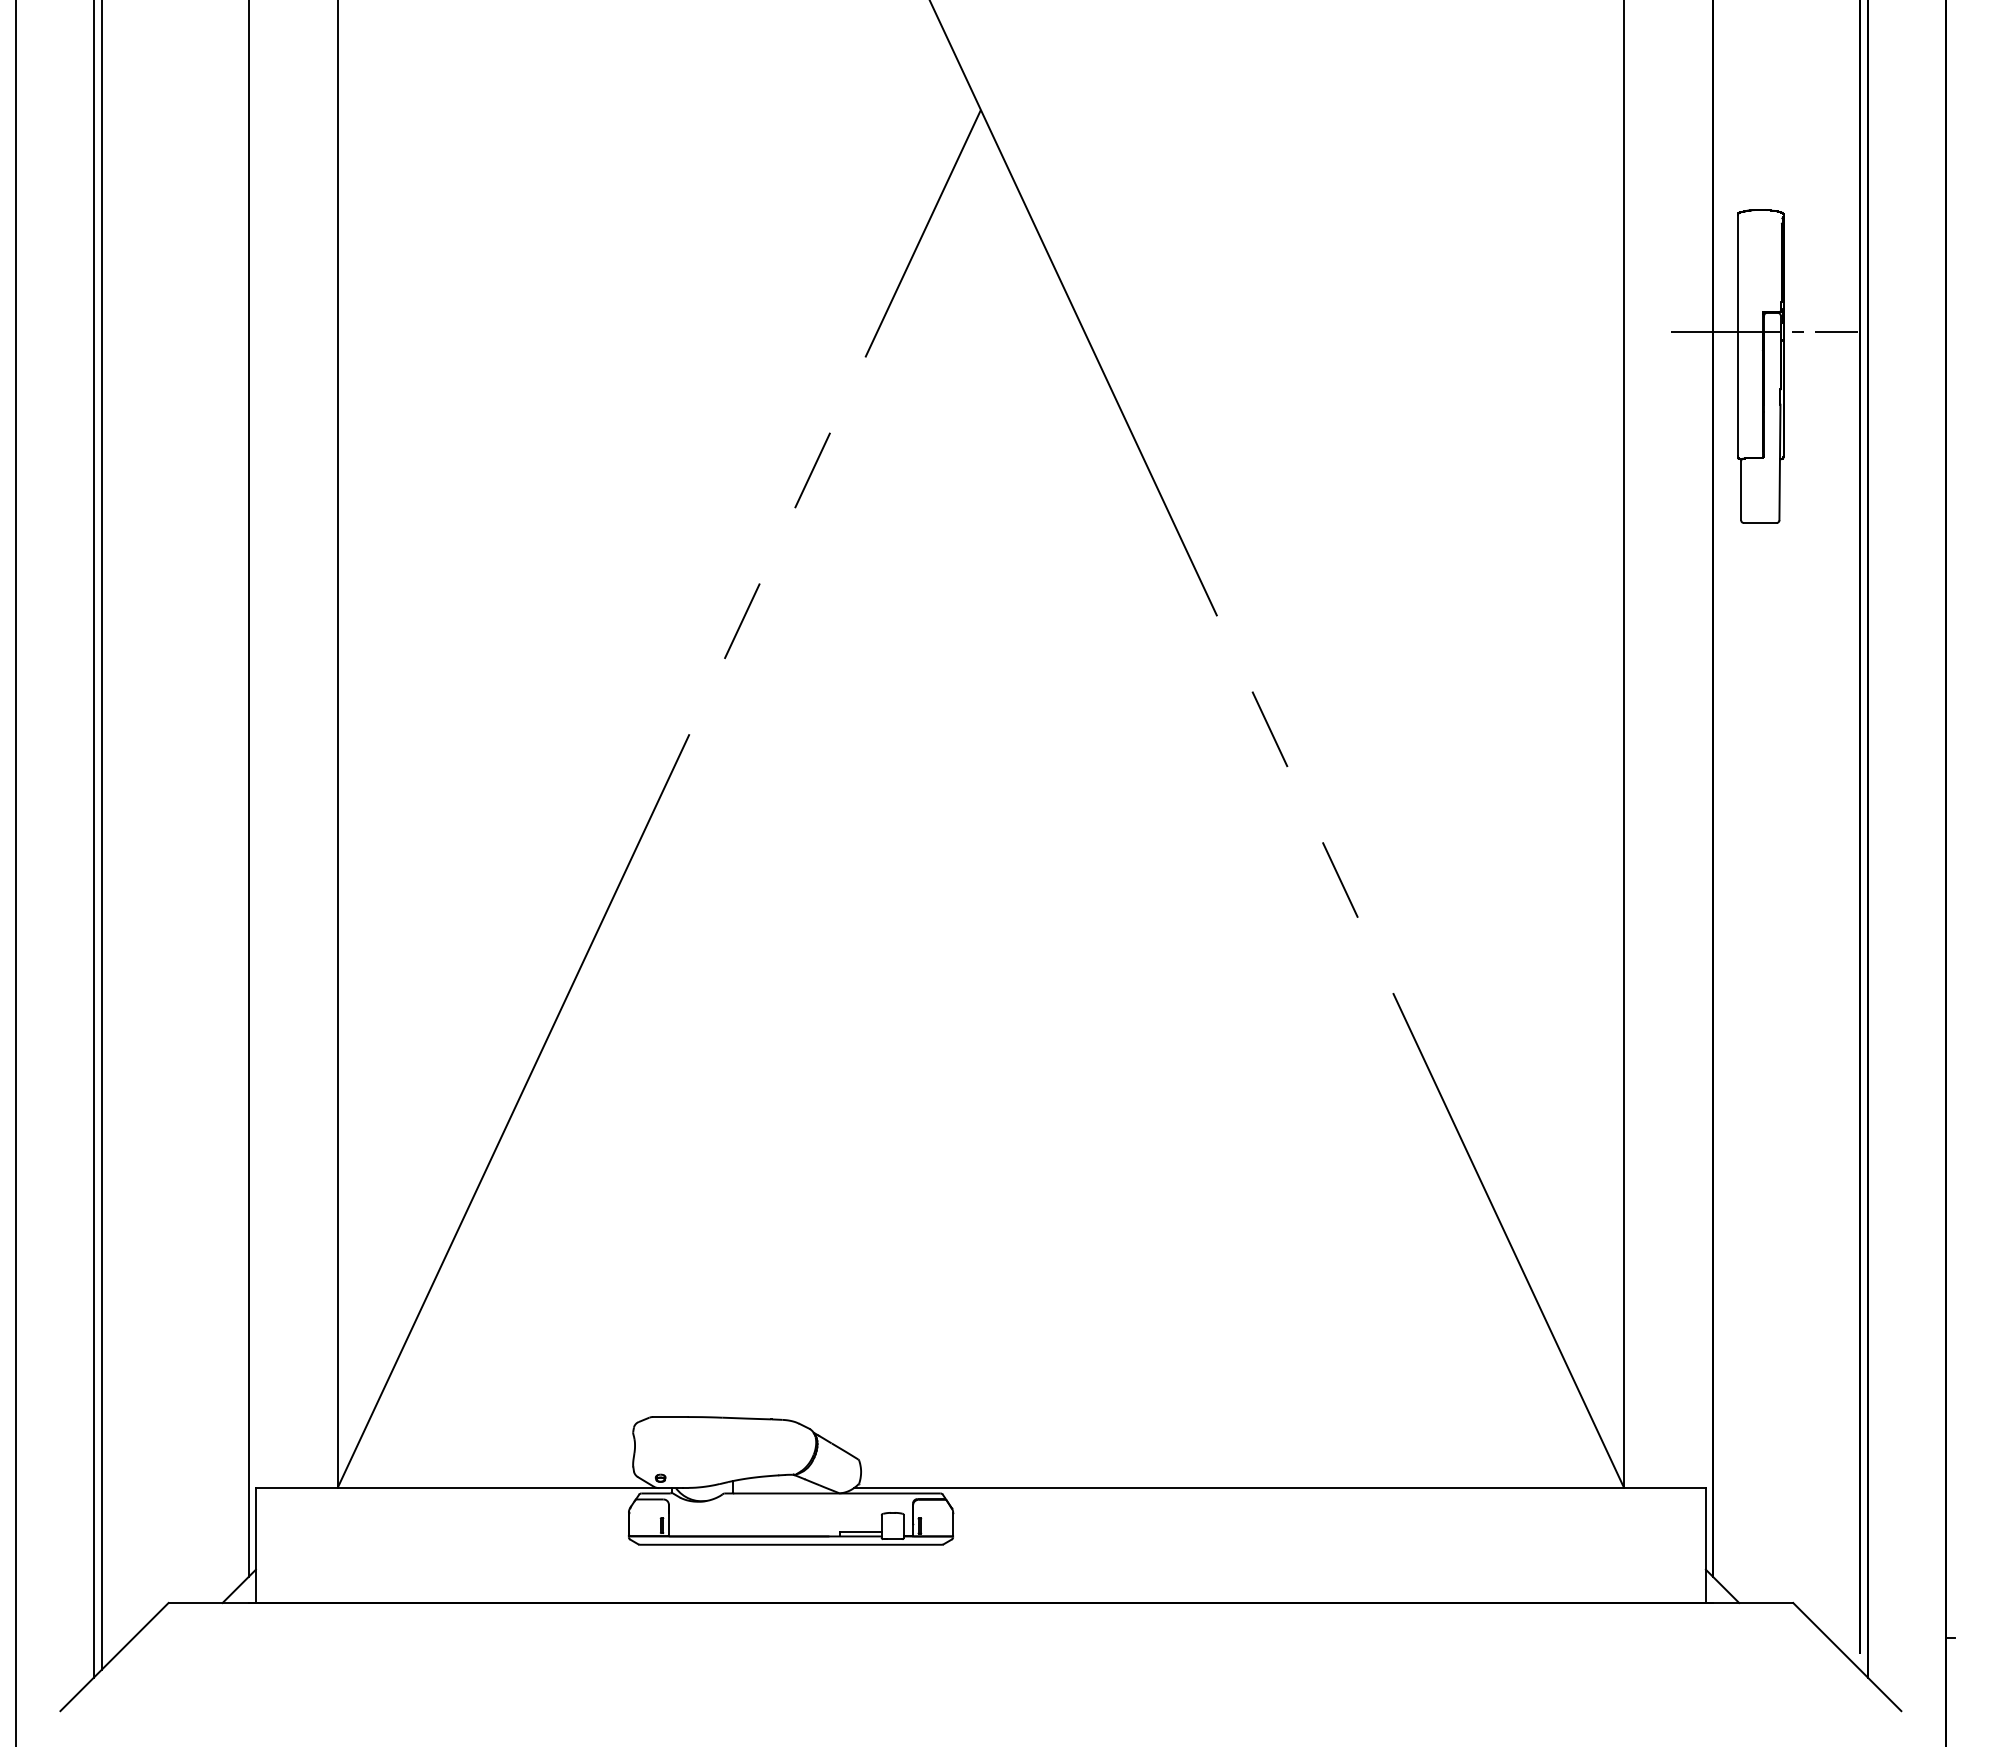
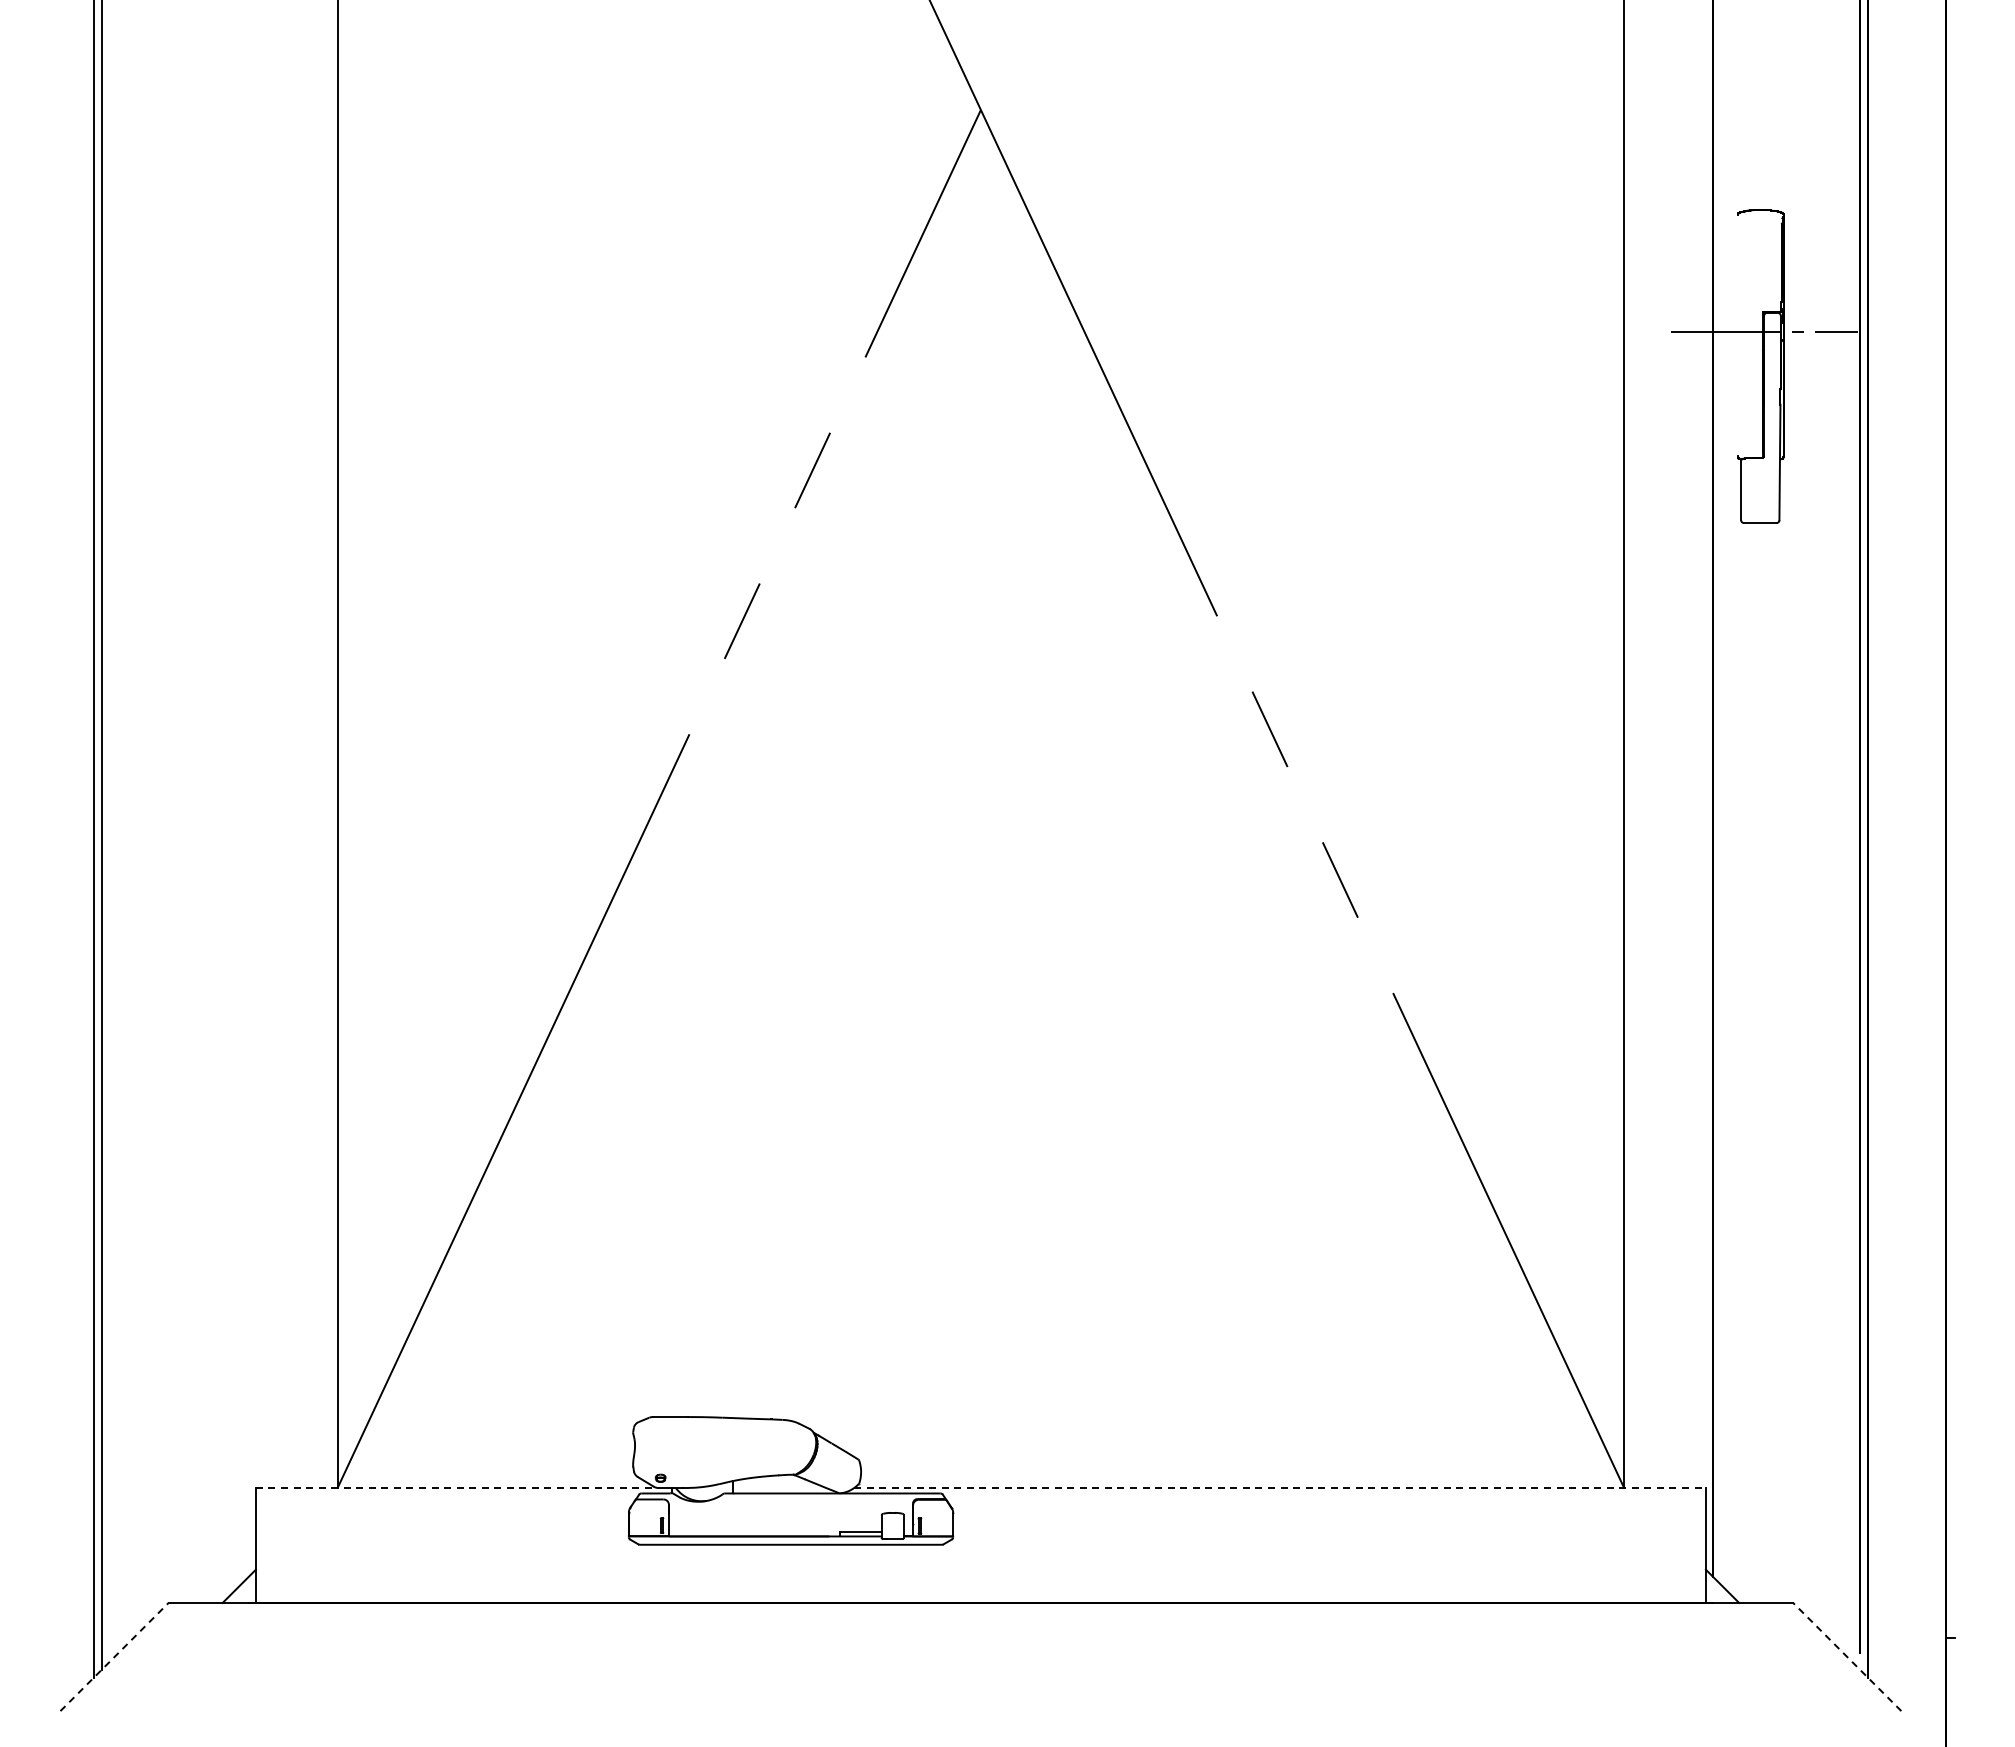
line at (1737, 335): present -> none
line at (248, 789): present -> none
line at (16, 872): present -> none
line at (456, 1487): solid -> dashed
line at (1279, 1487): solid -> dashed
line at (114, 1656): solid -> dashed
line at (1846, 1656): solid -> dashed
